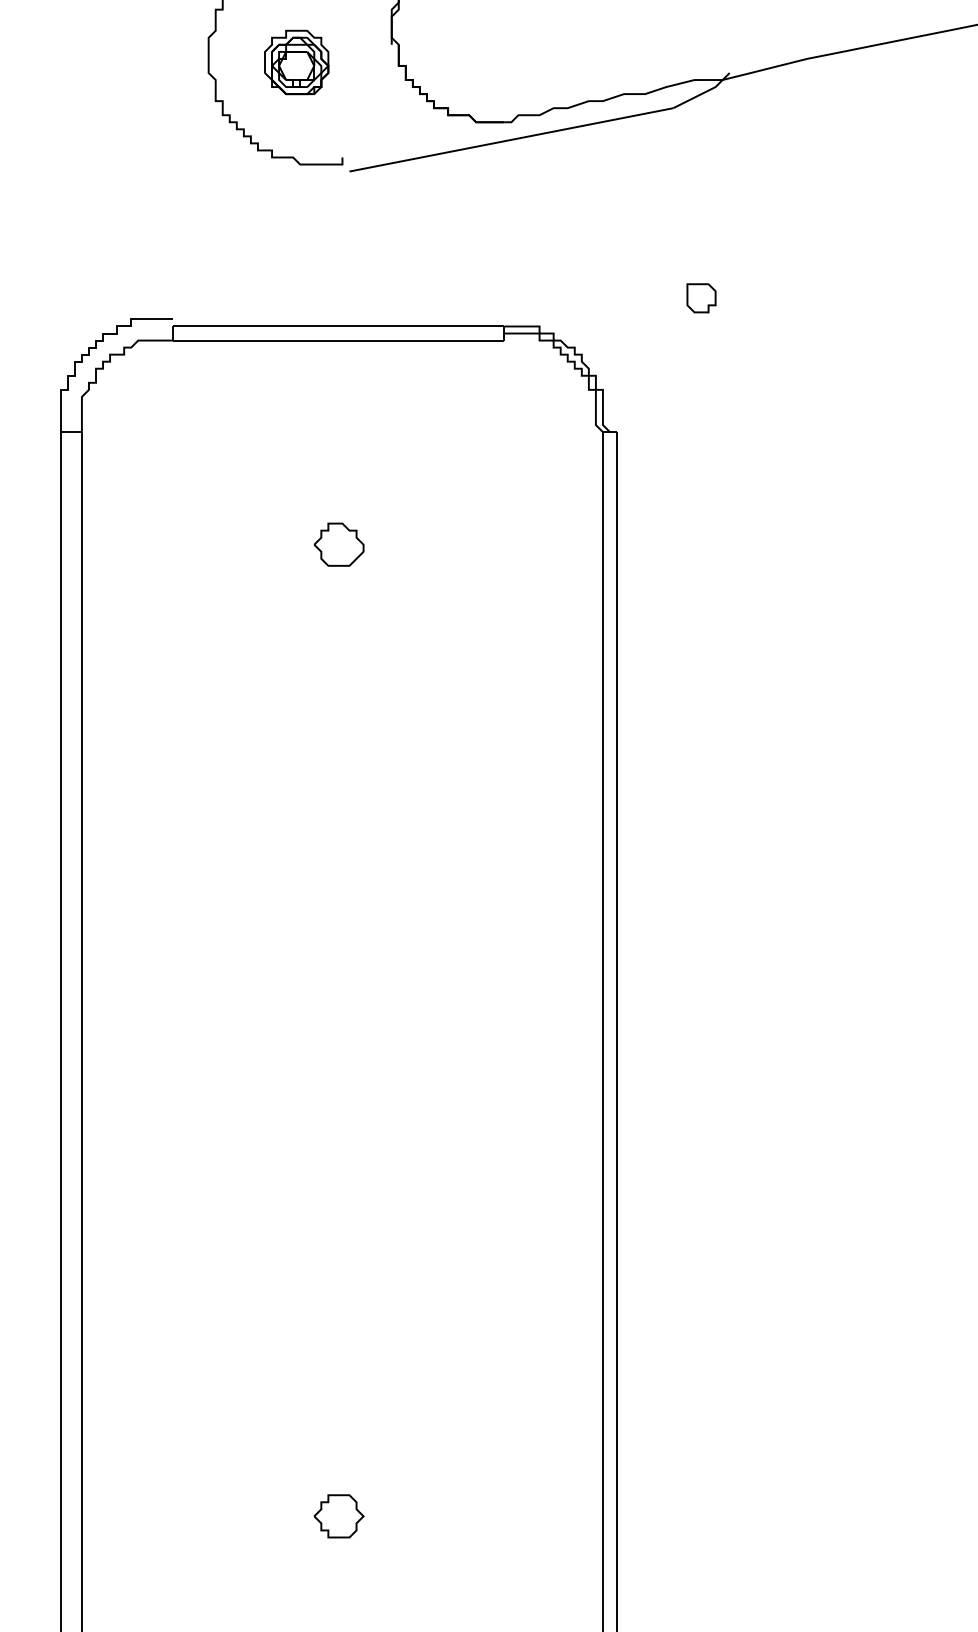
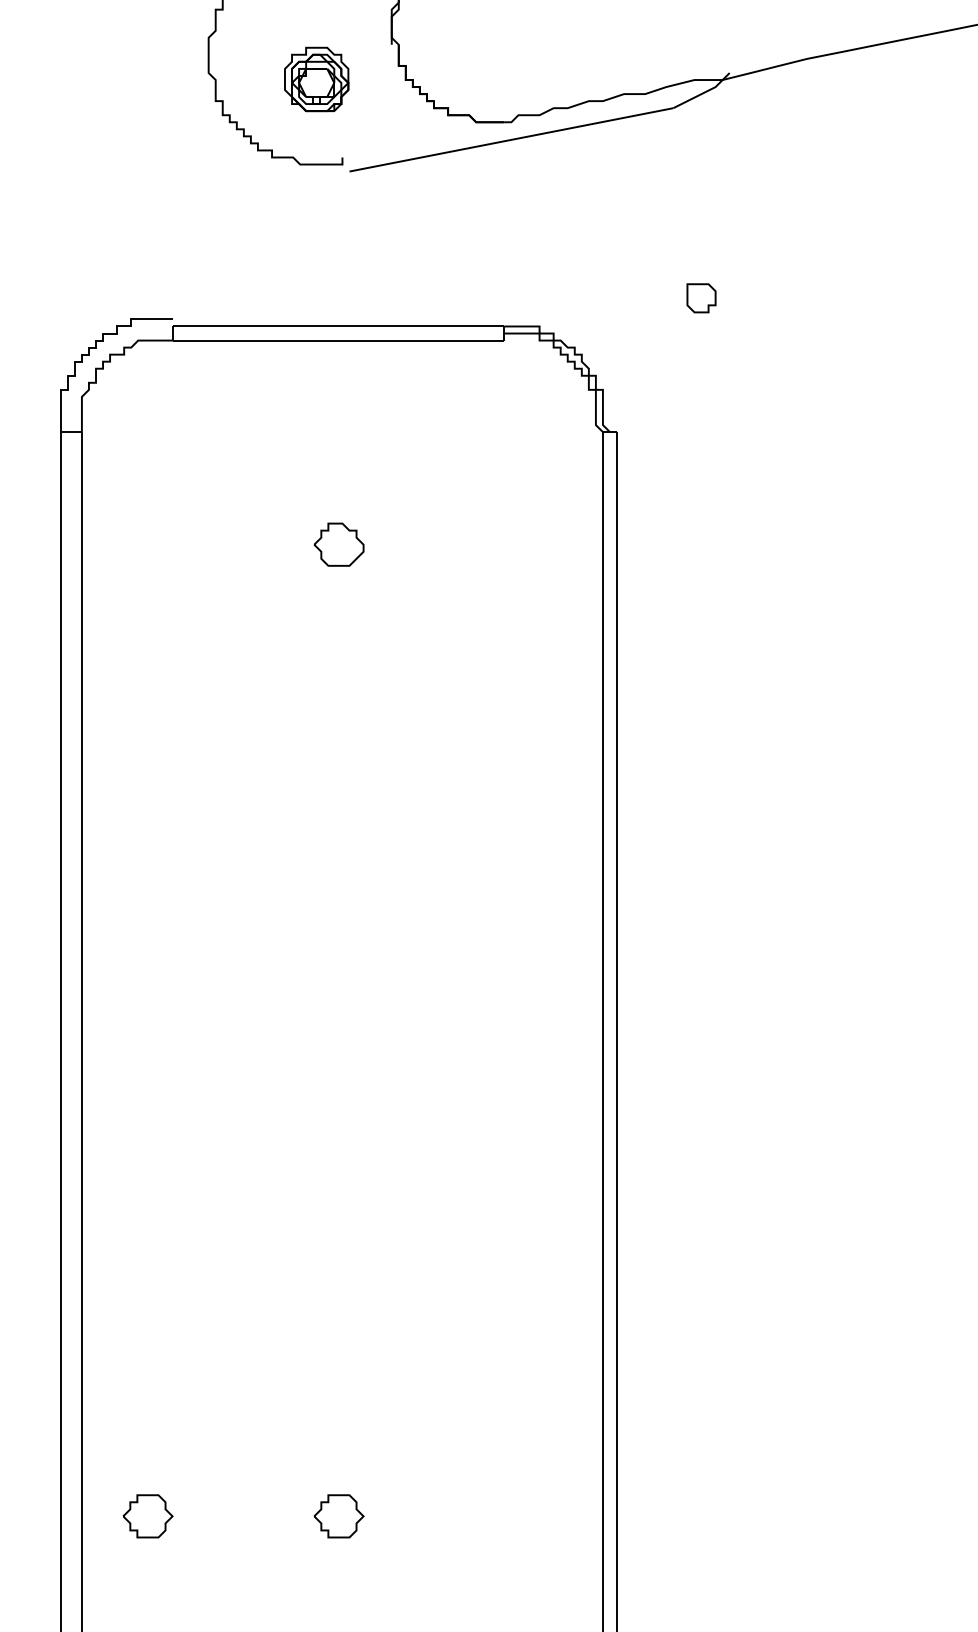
part at (296, 62) position: (296, 62) -> (316, 79)
part at (147, 1516): none -> present
